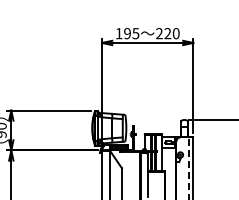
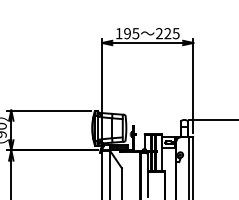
text at (175, 33): 220 -> 225
line at (188, 168): dashed -> solid
